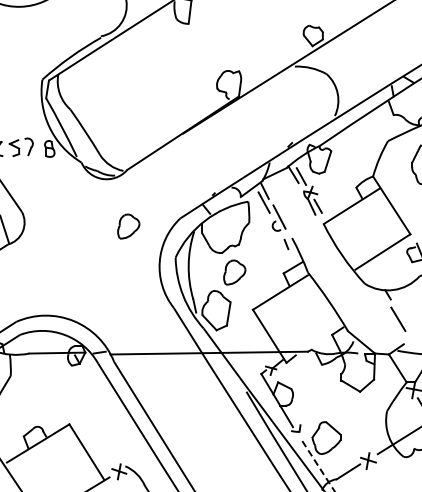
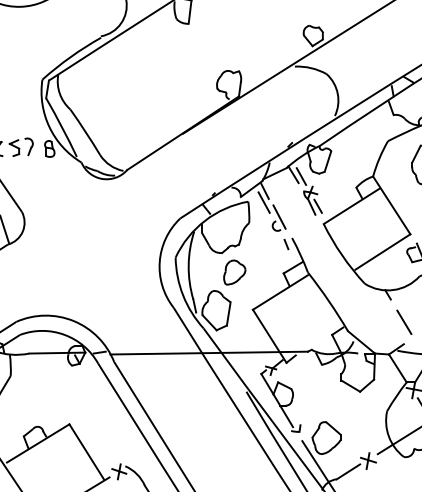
part at (128, 226): present -> none
line at (398, 318) position: (398, 318) -> (404, 321)
line at (318, 466): dashed -> solid
